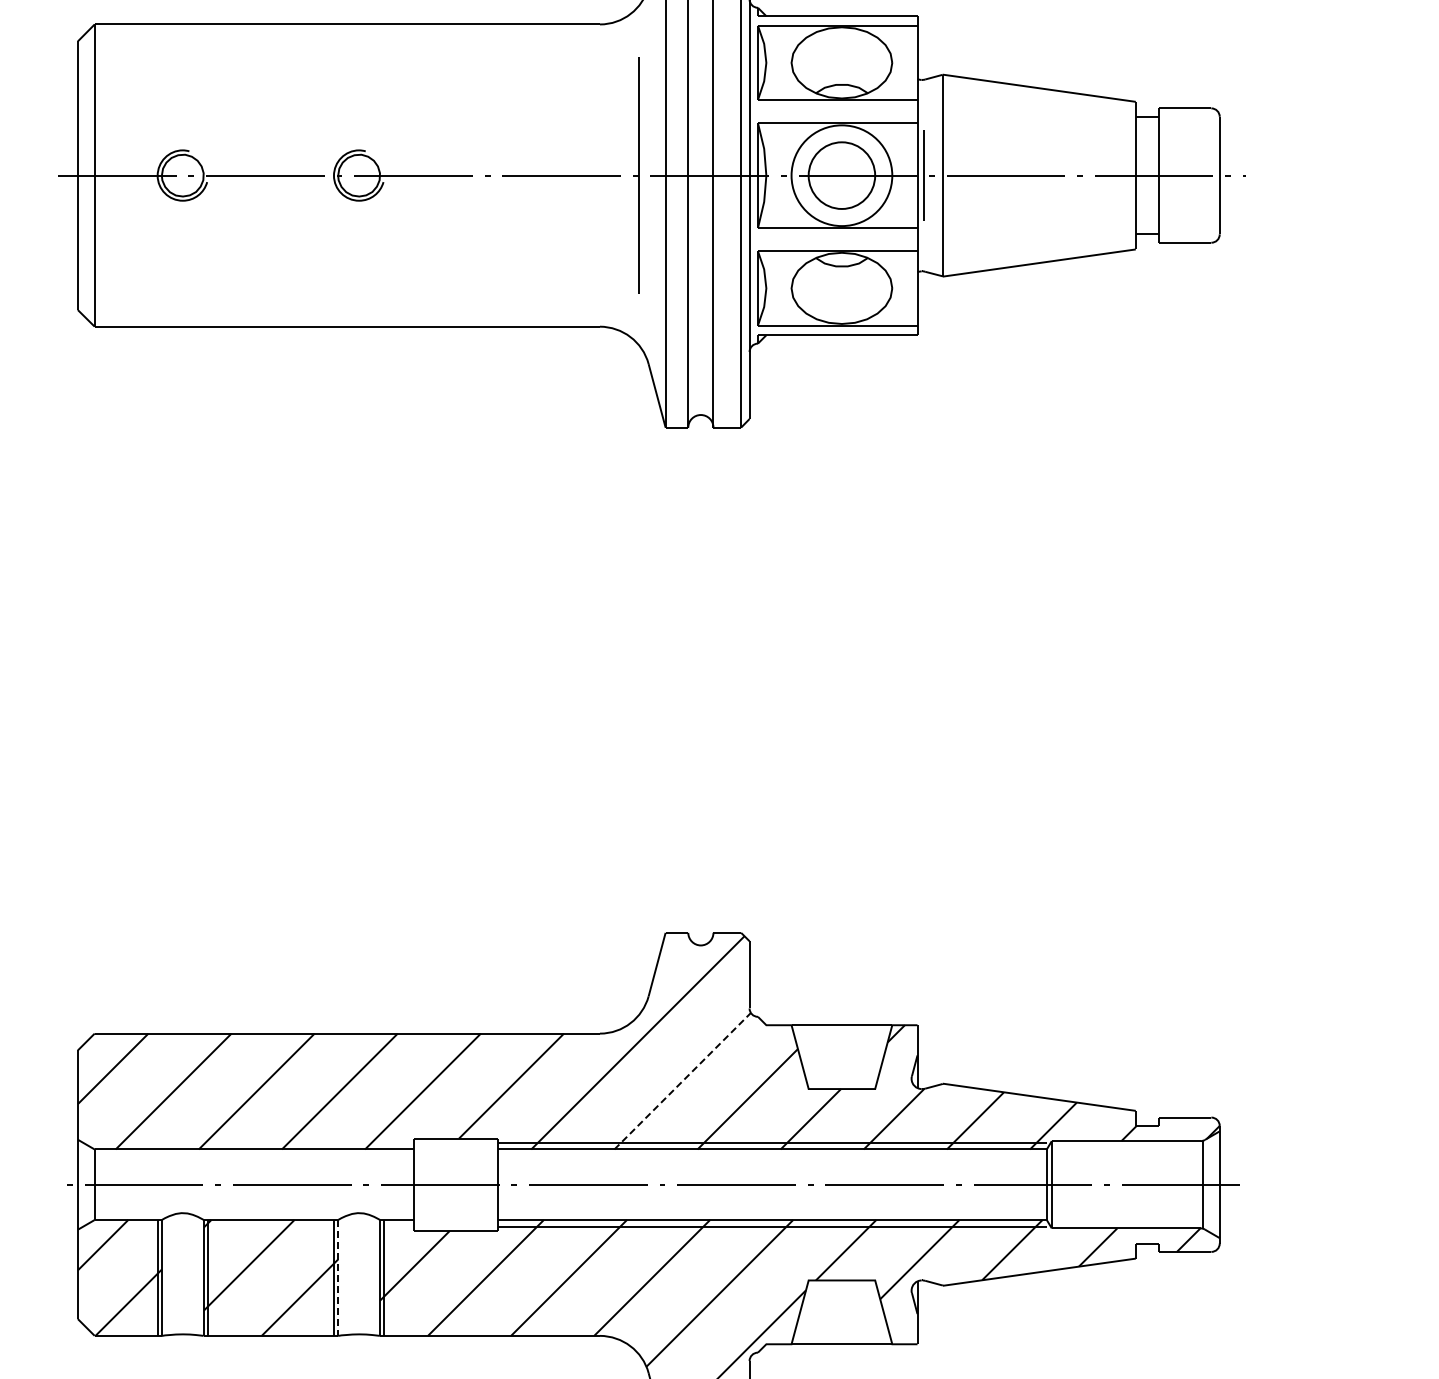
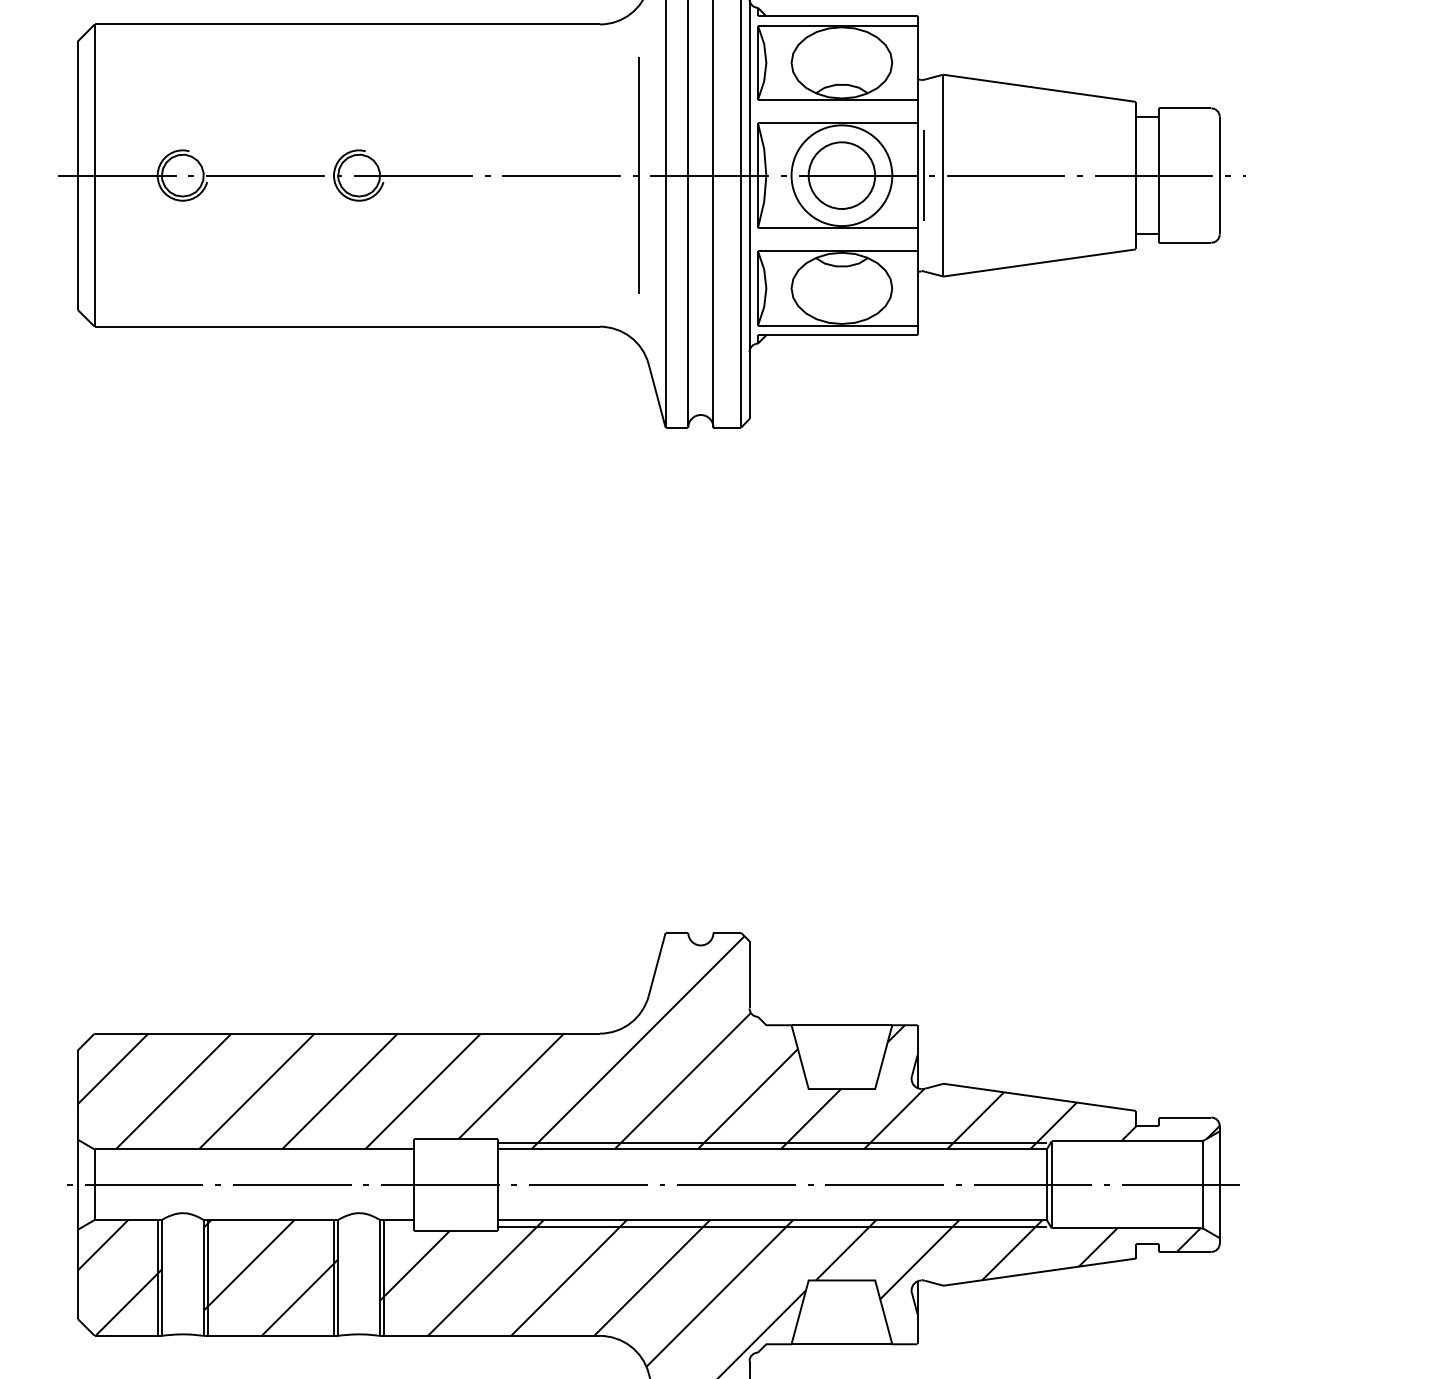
line at (682, 1081): dashed -> solid
line at (338, 1277): dashed -> solid
